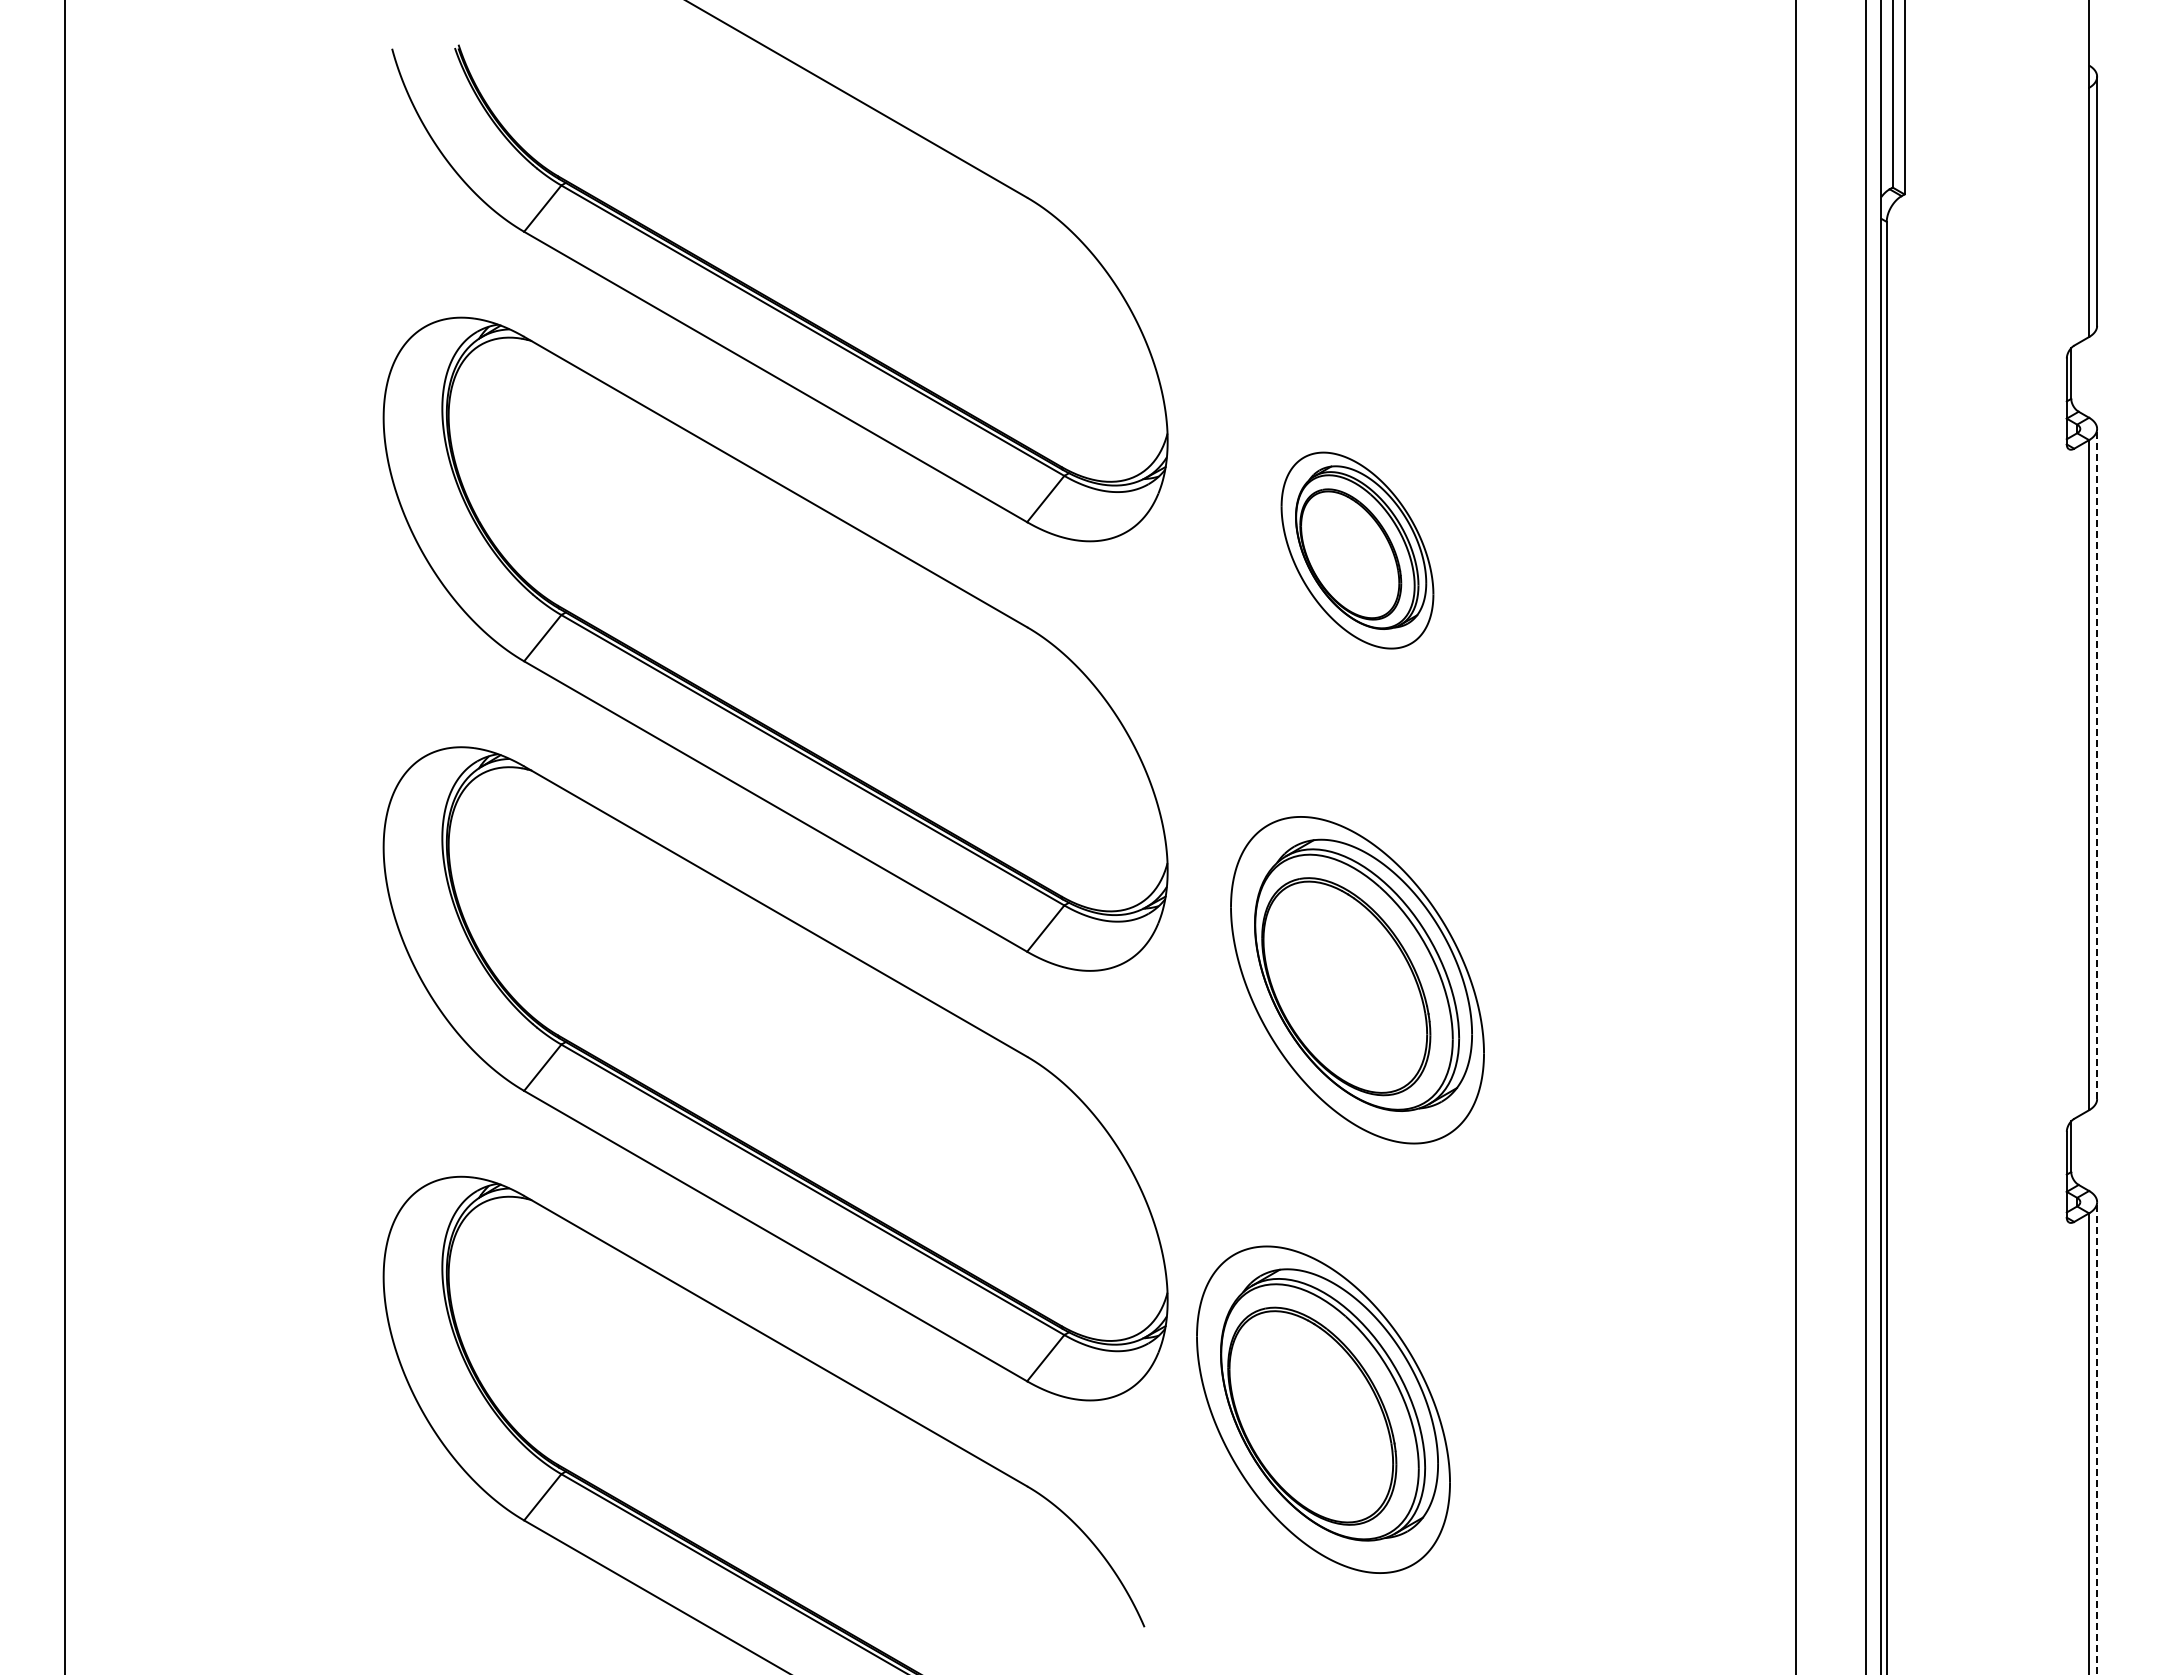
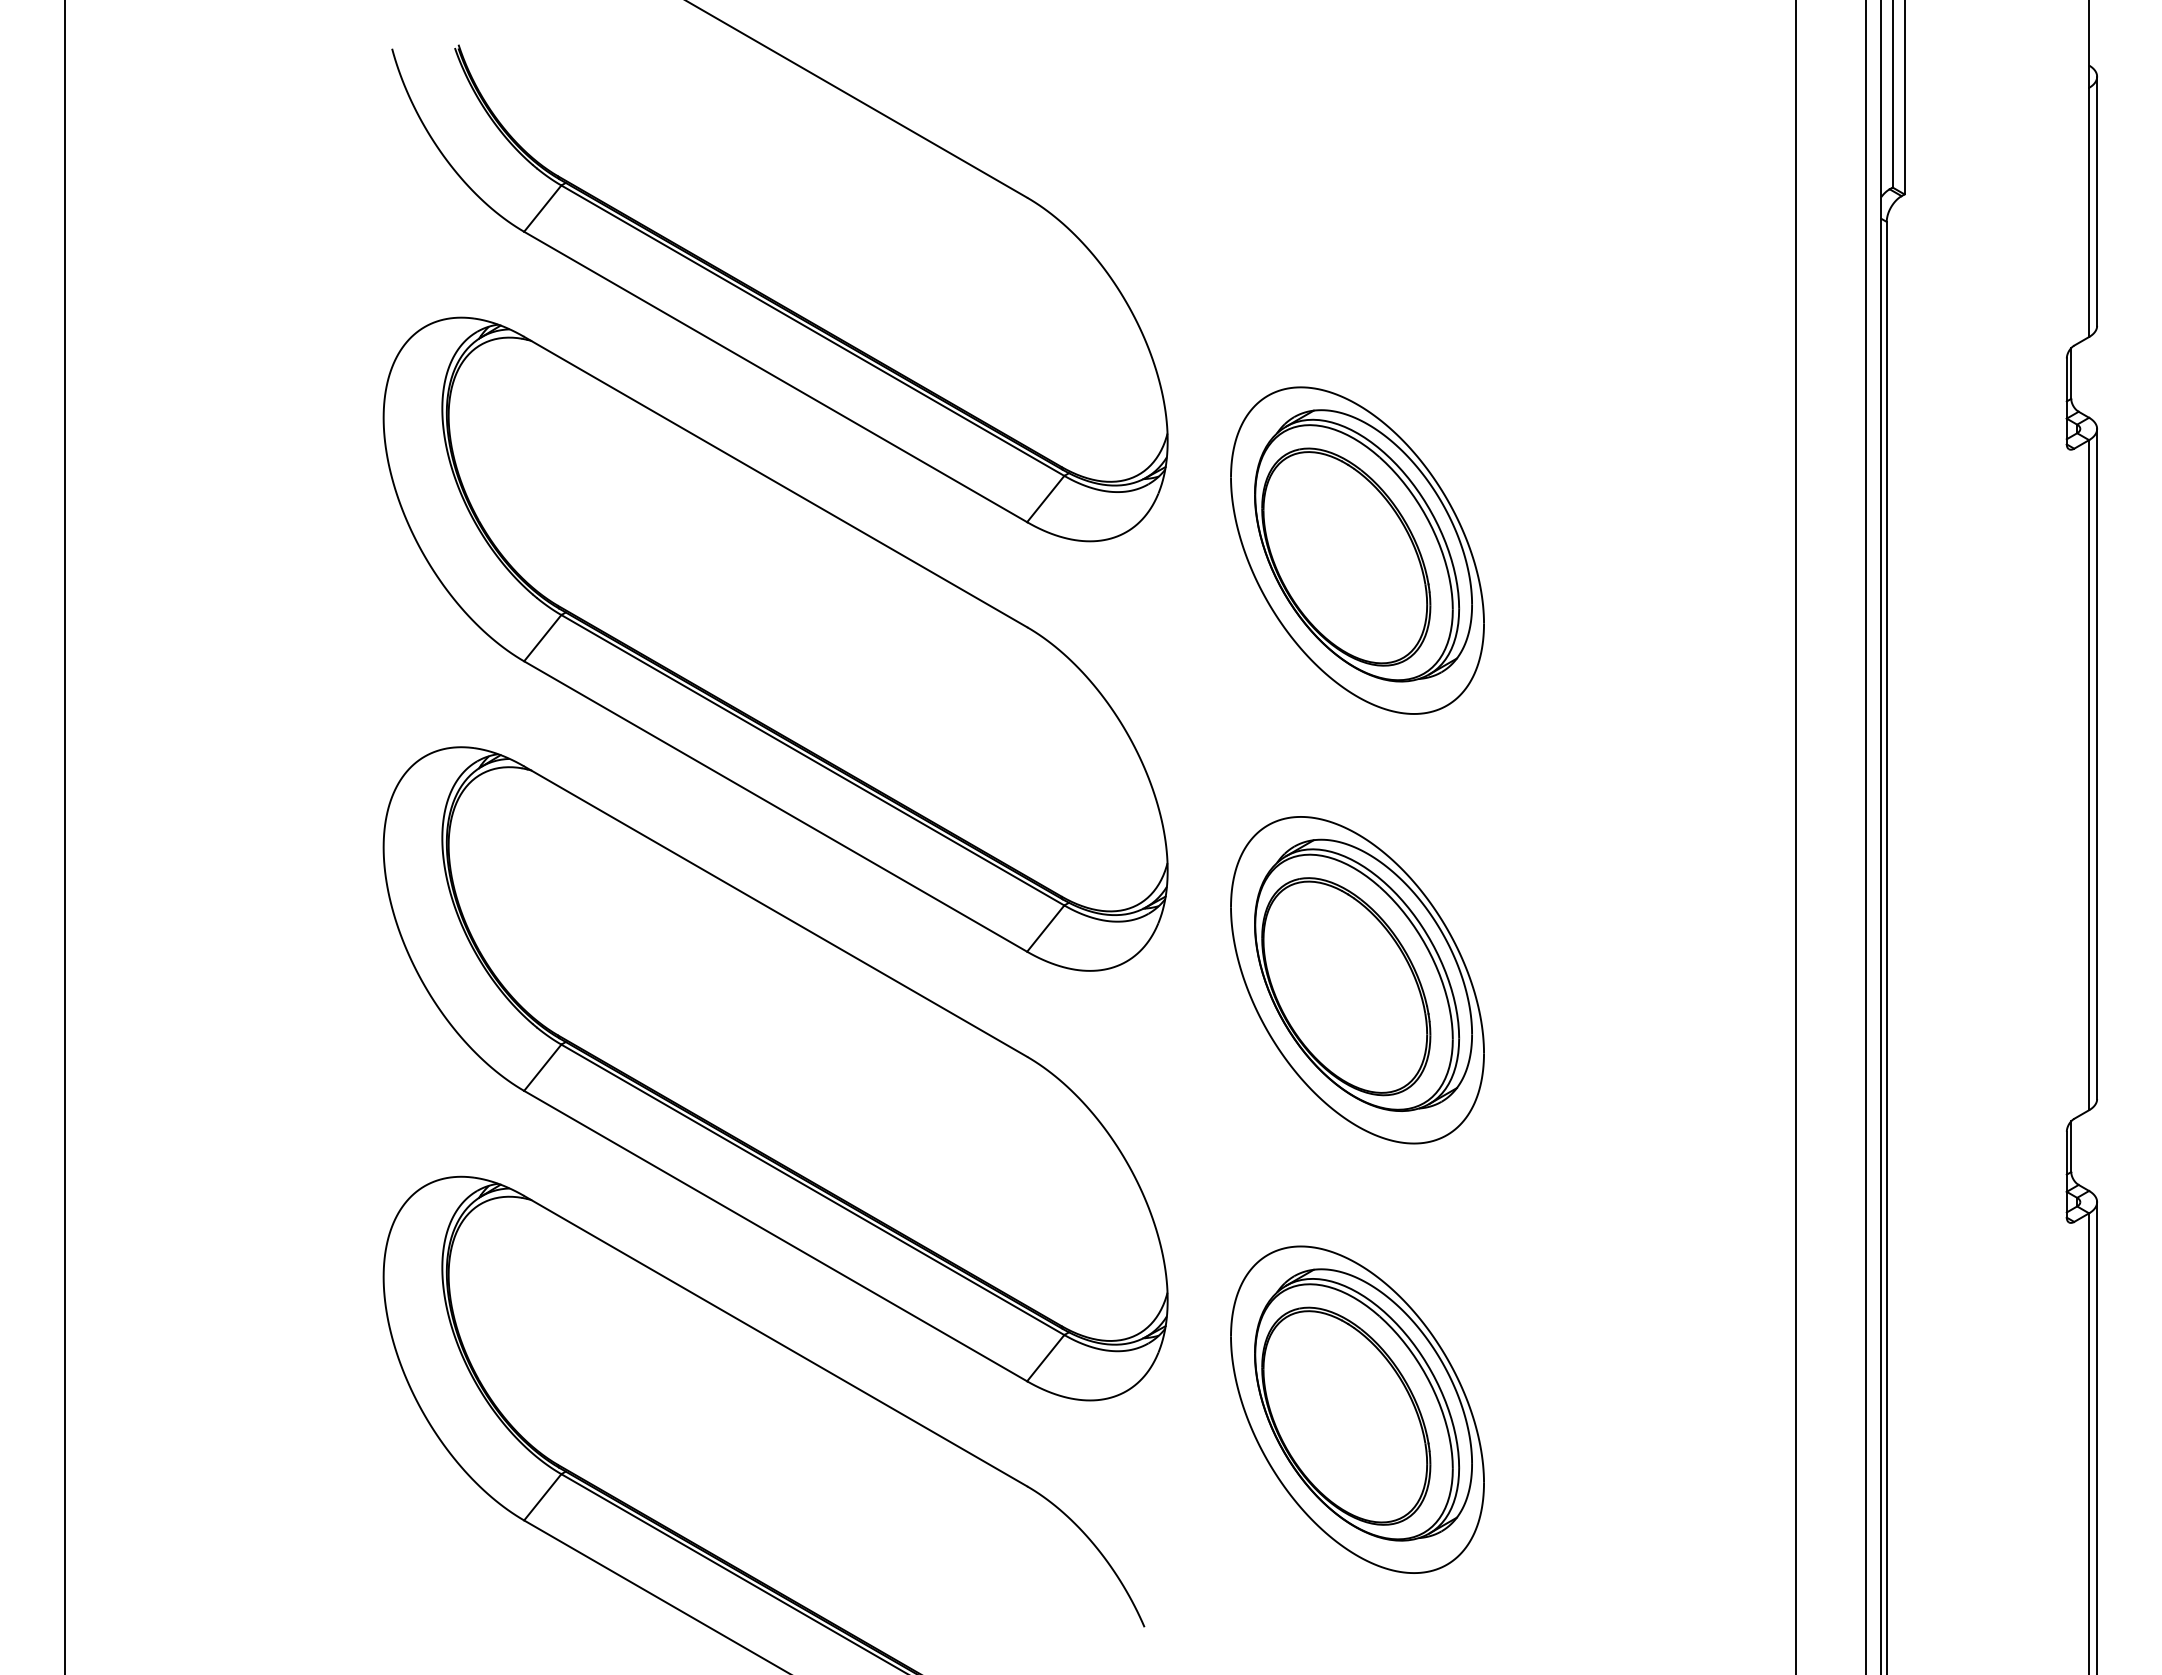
part at (1357, 550) size: 155x199 px -> 255x329 px
line at (2097, 763): dashed -> solid
part at (1323, 1409) position: (1323, 1409) -> (1357, 1409)
line at (2097, 1437): dashed -> solid
